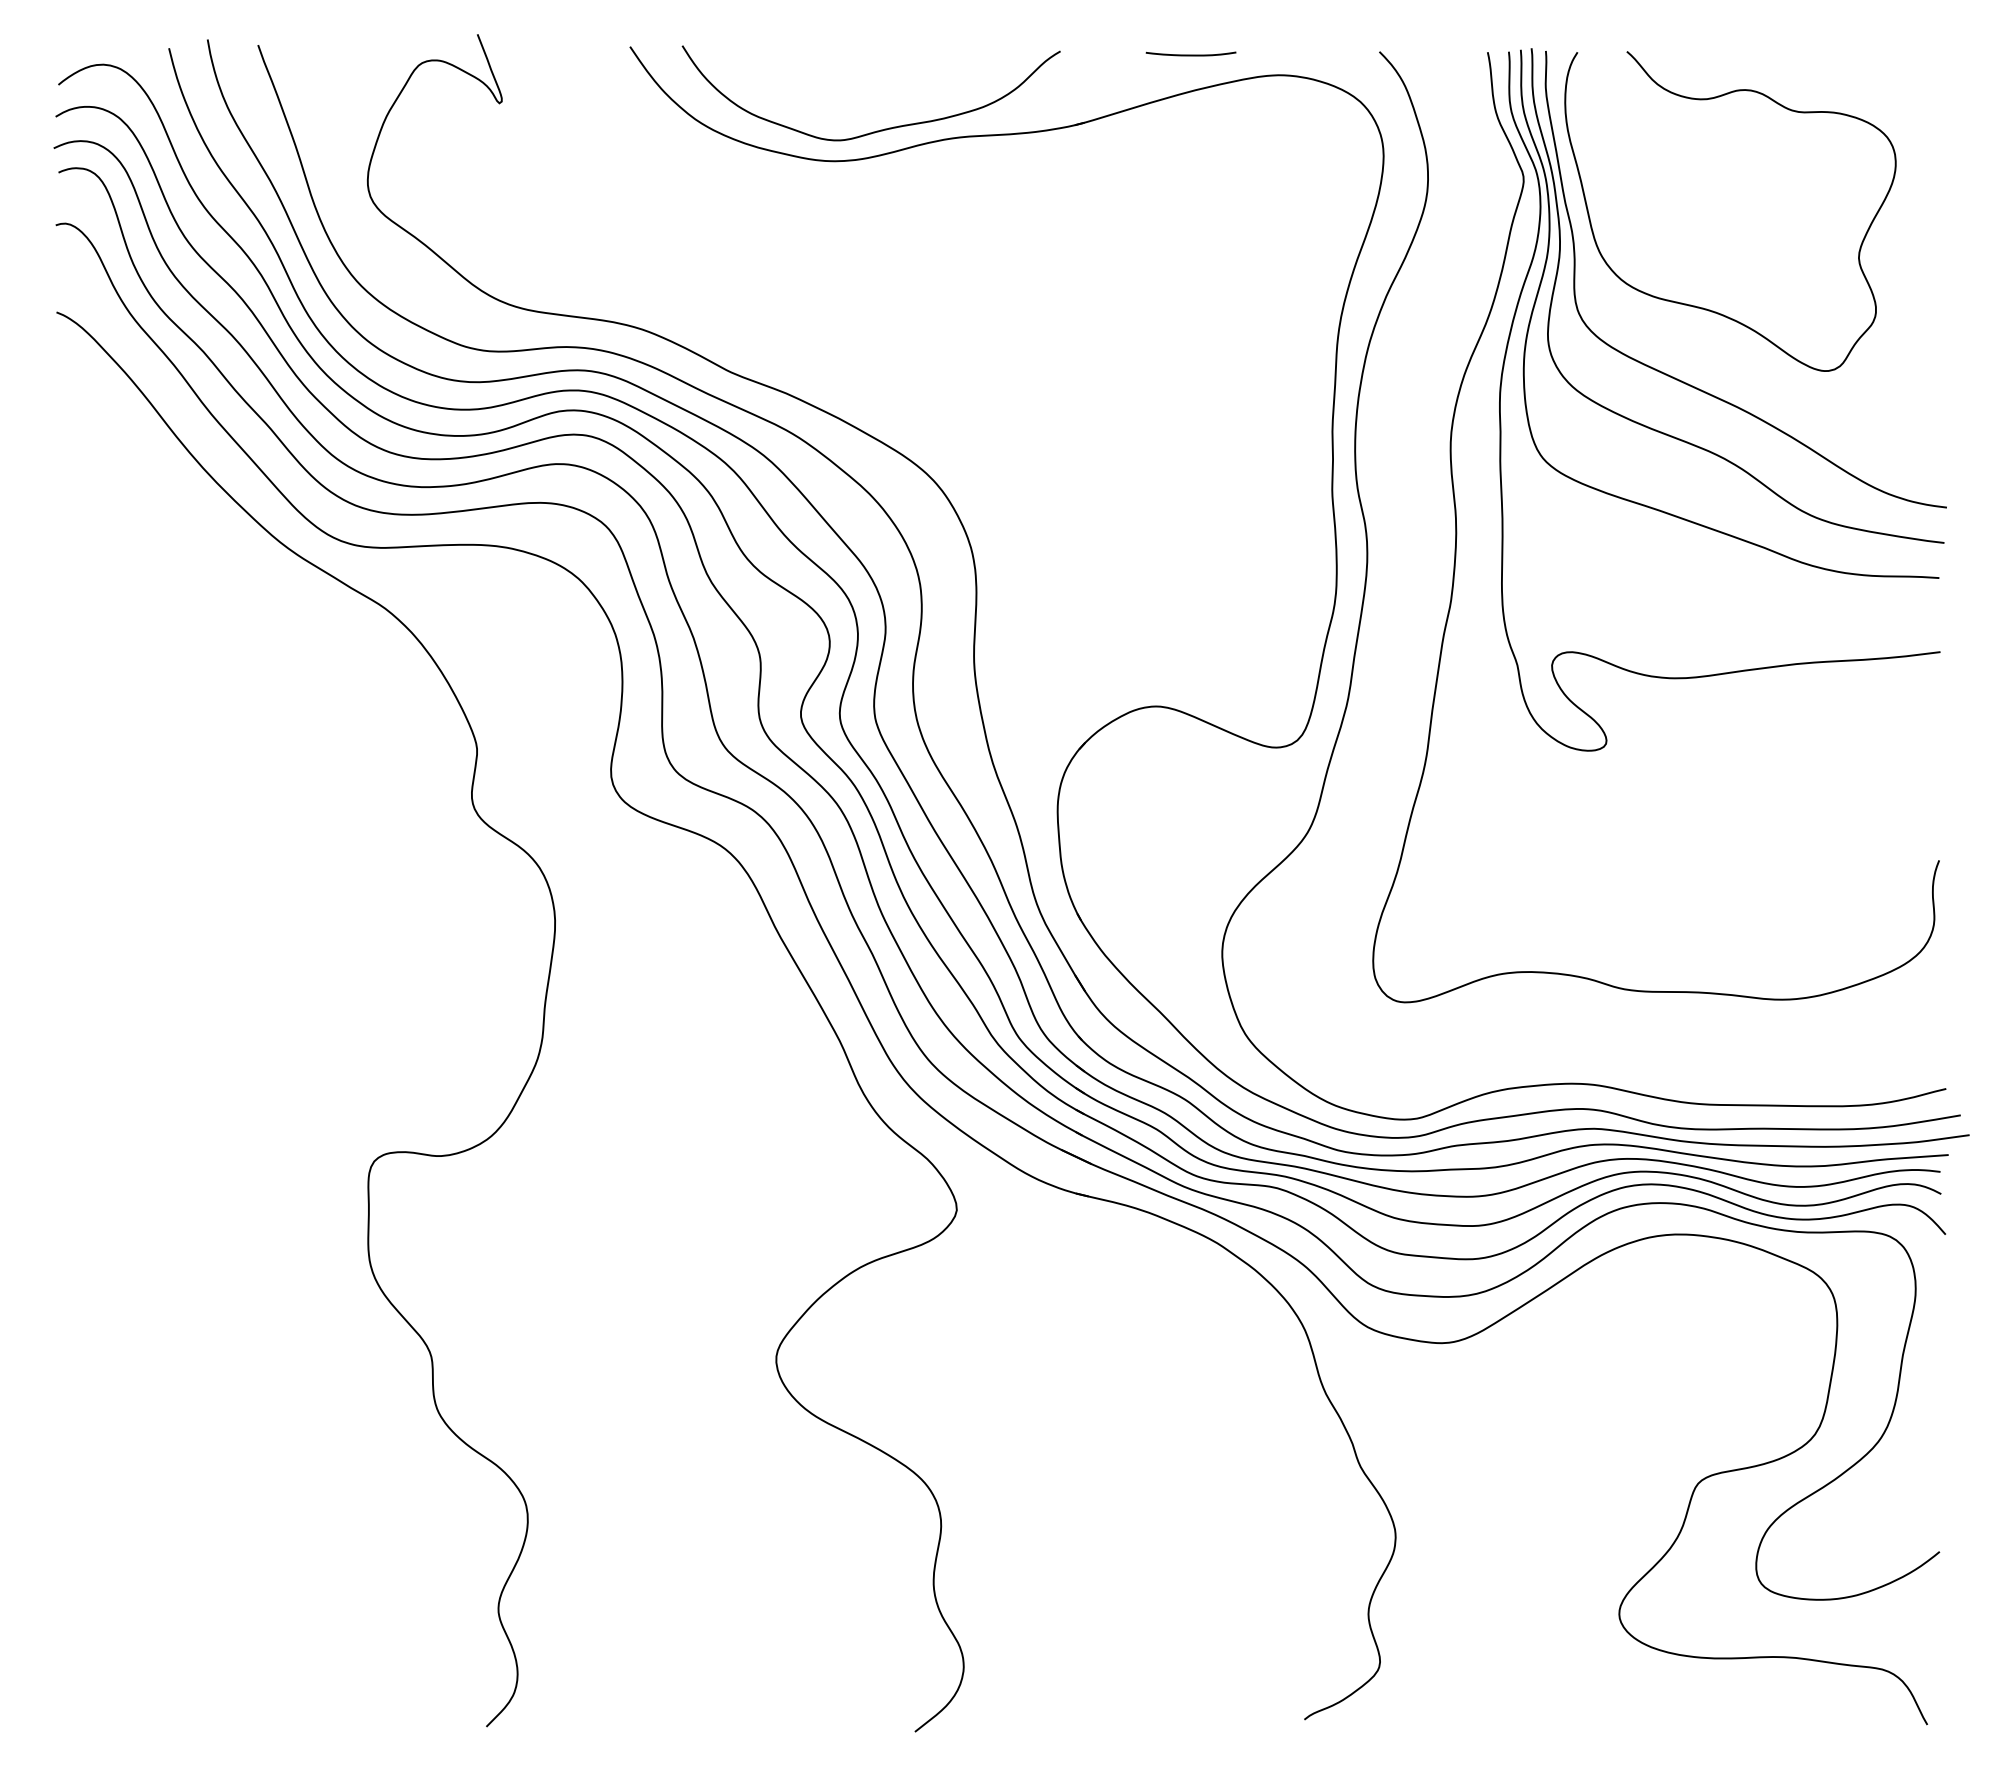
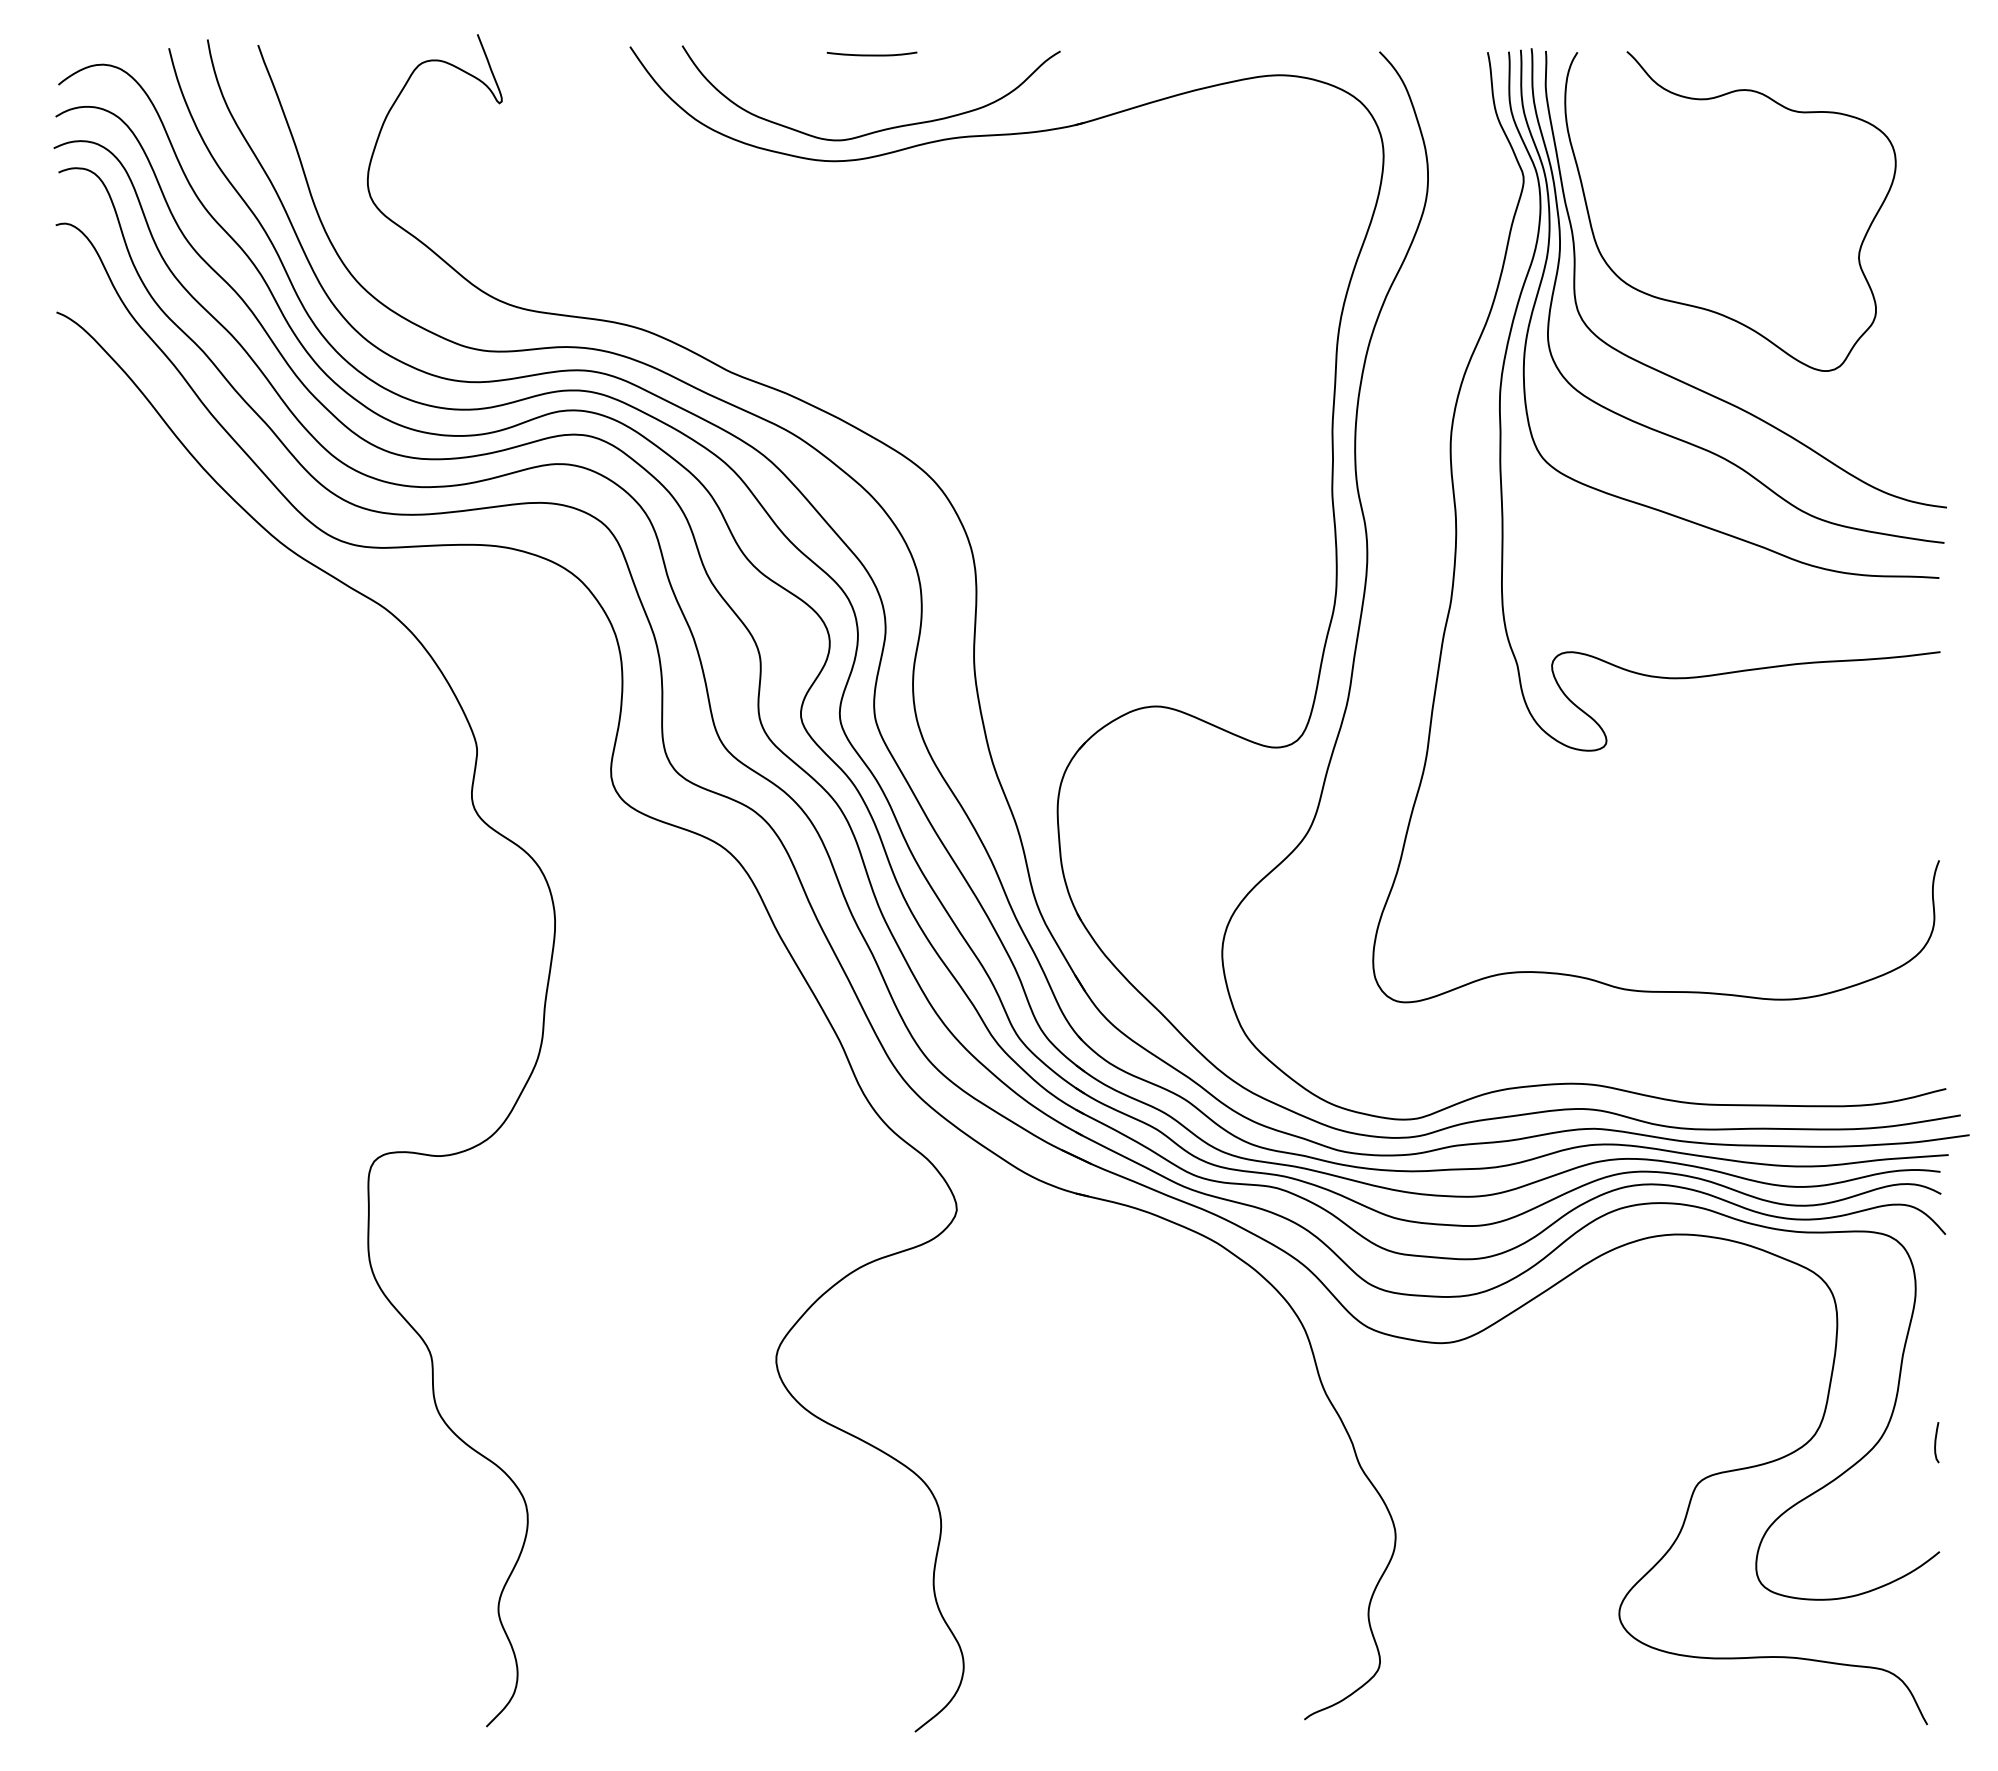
curve at (1190, 54) position: (1190, 54) -> (871, 54)
curve at (1936, 1442): none -> present
